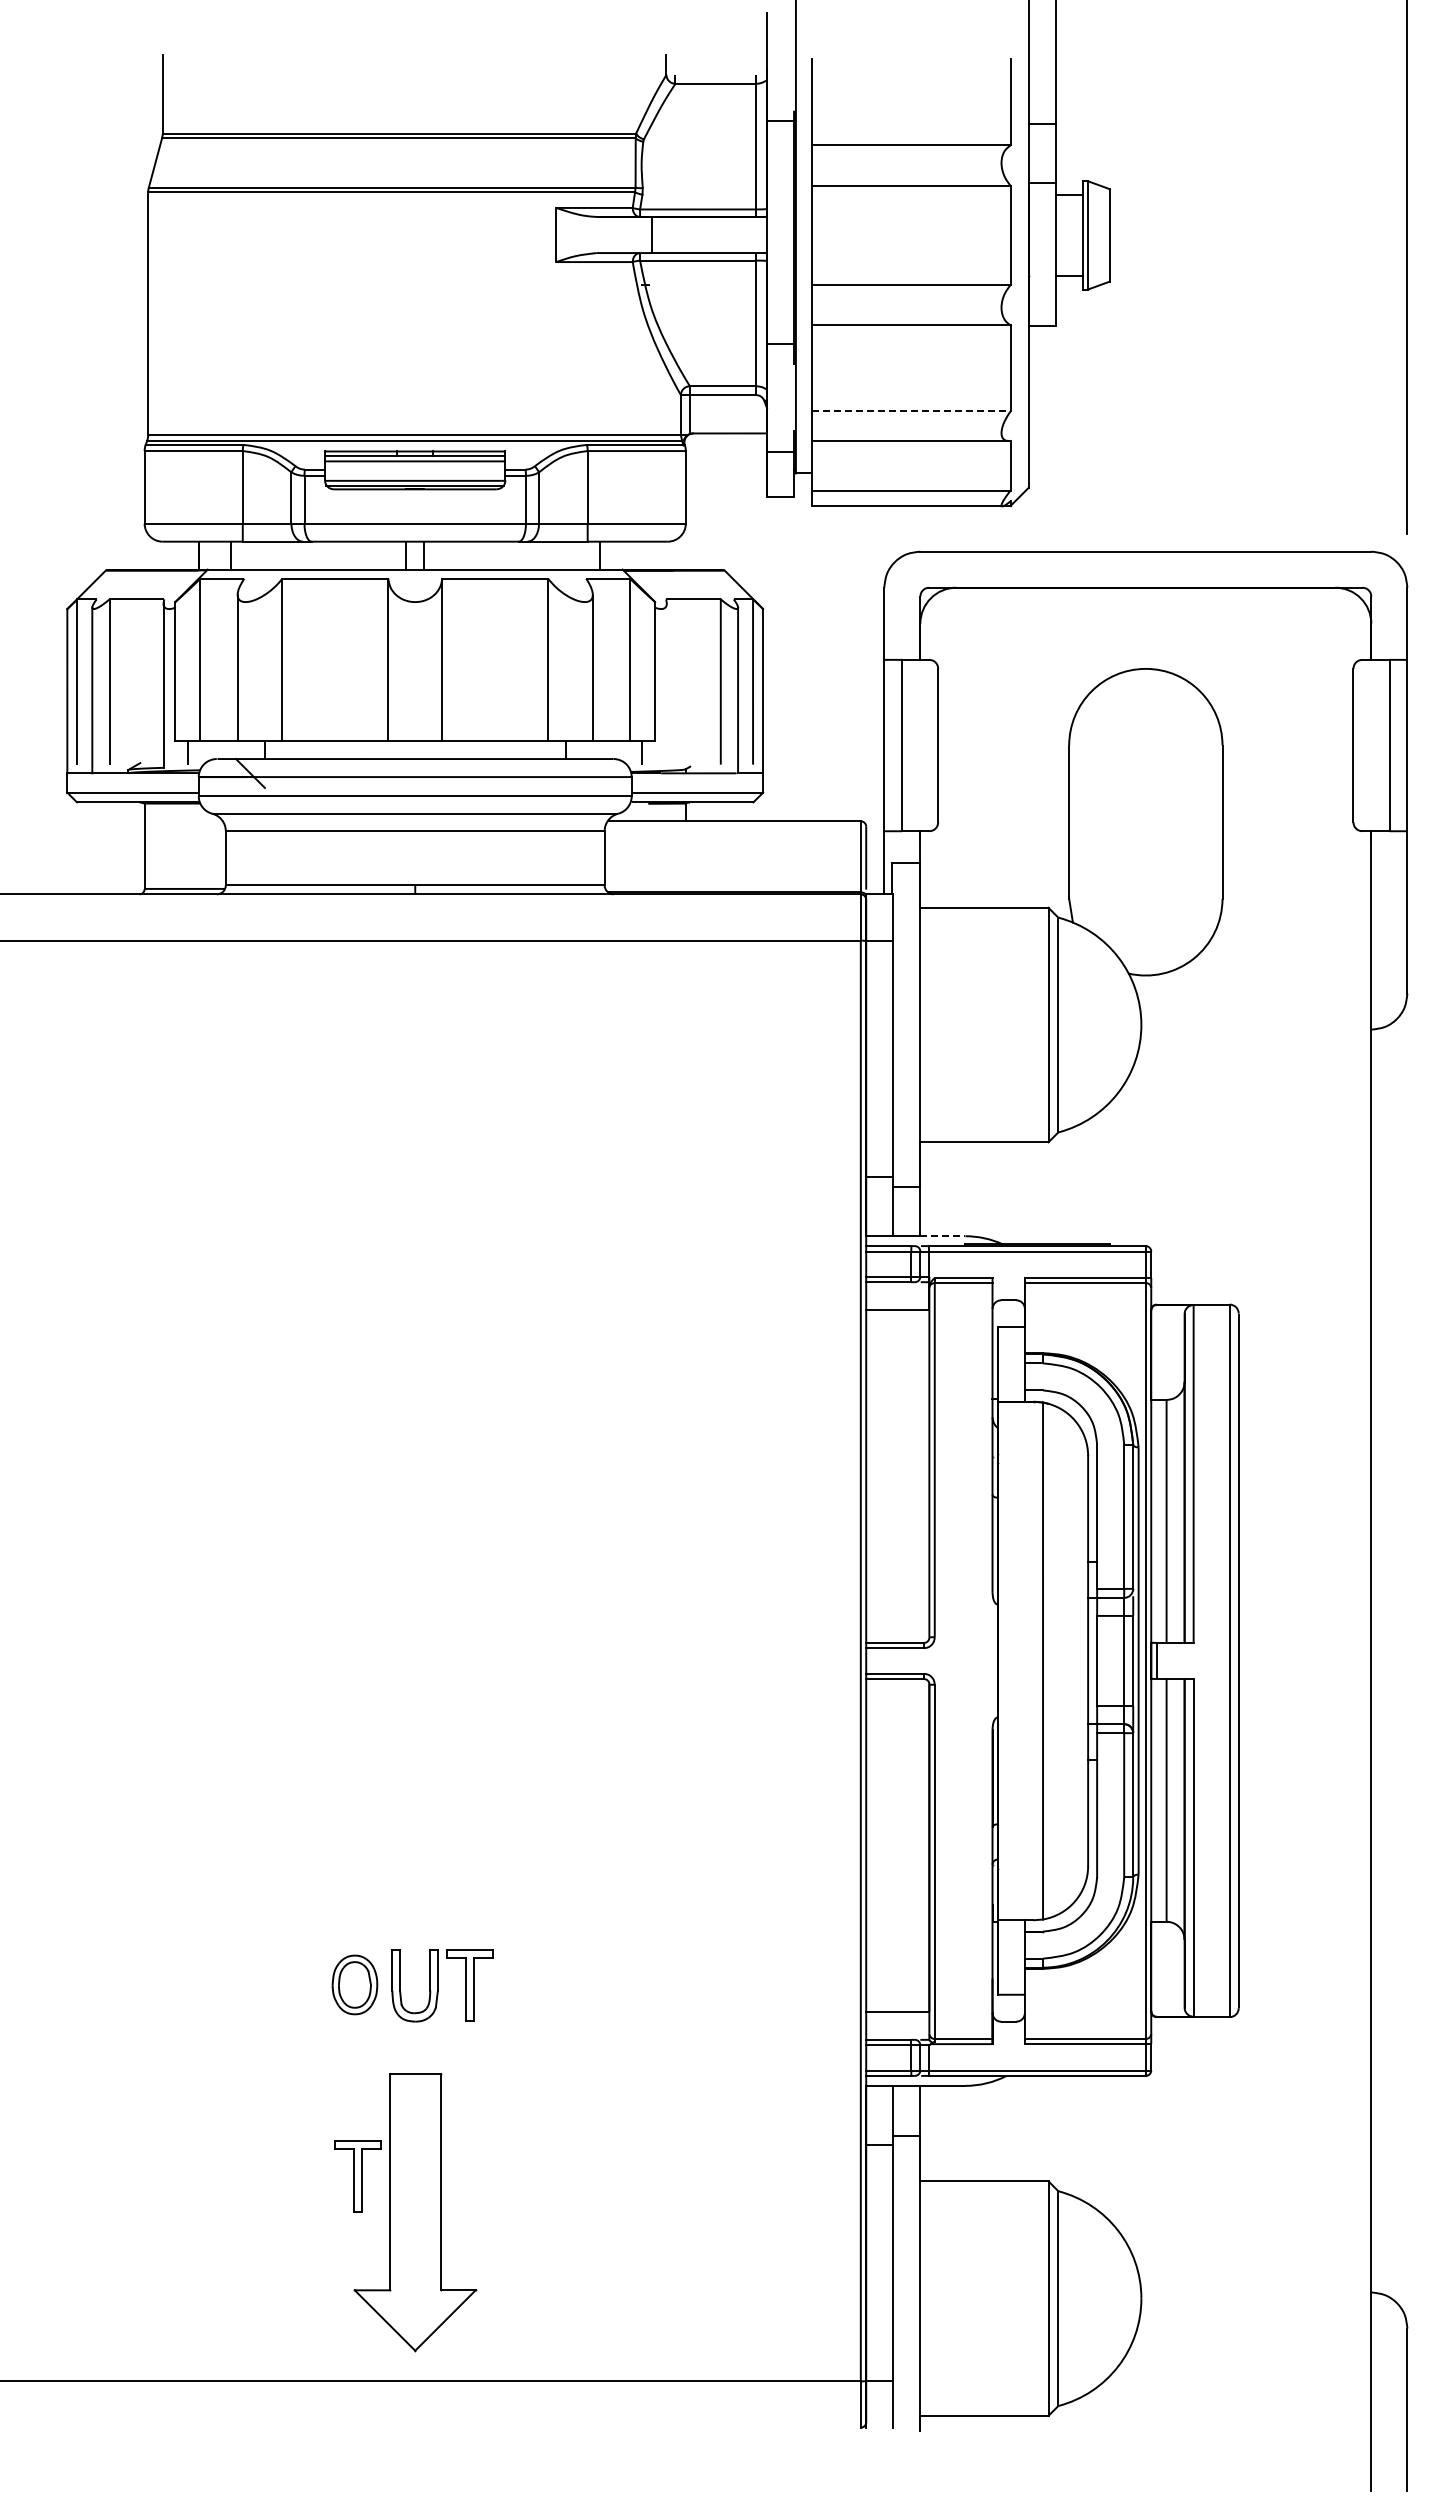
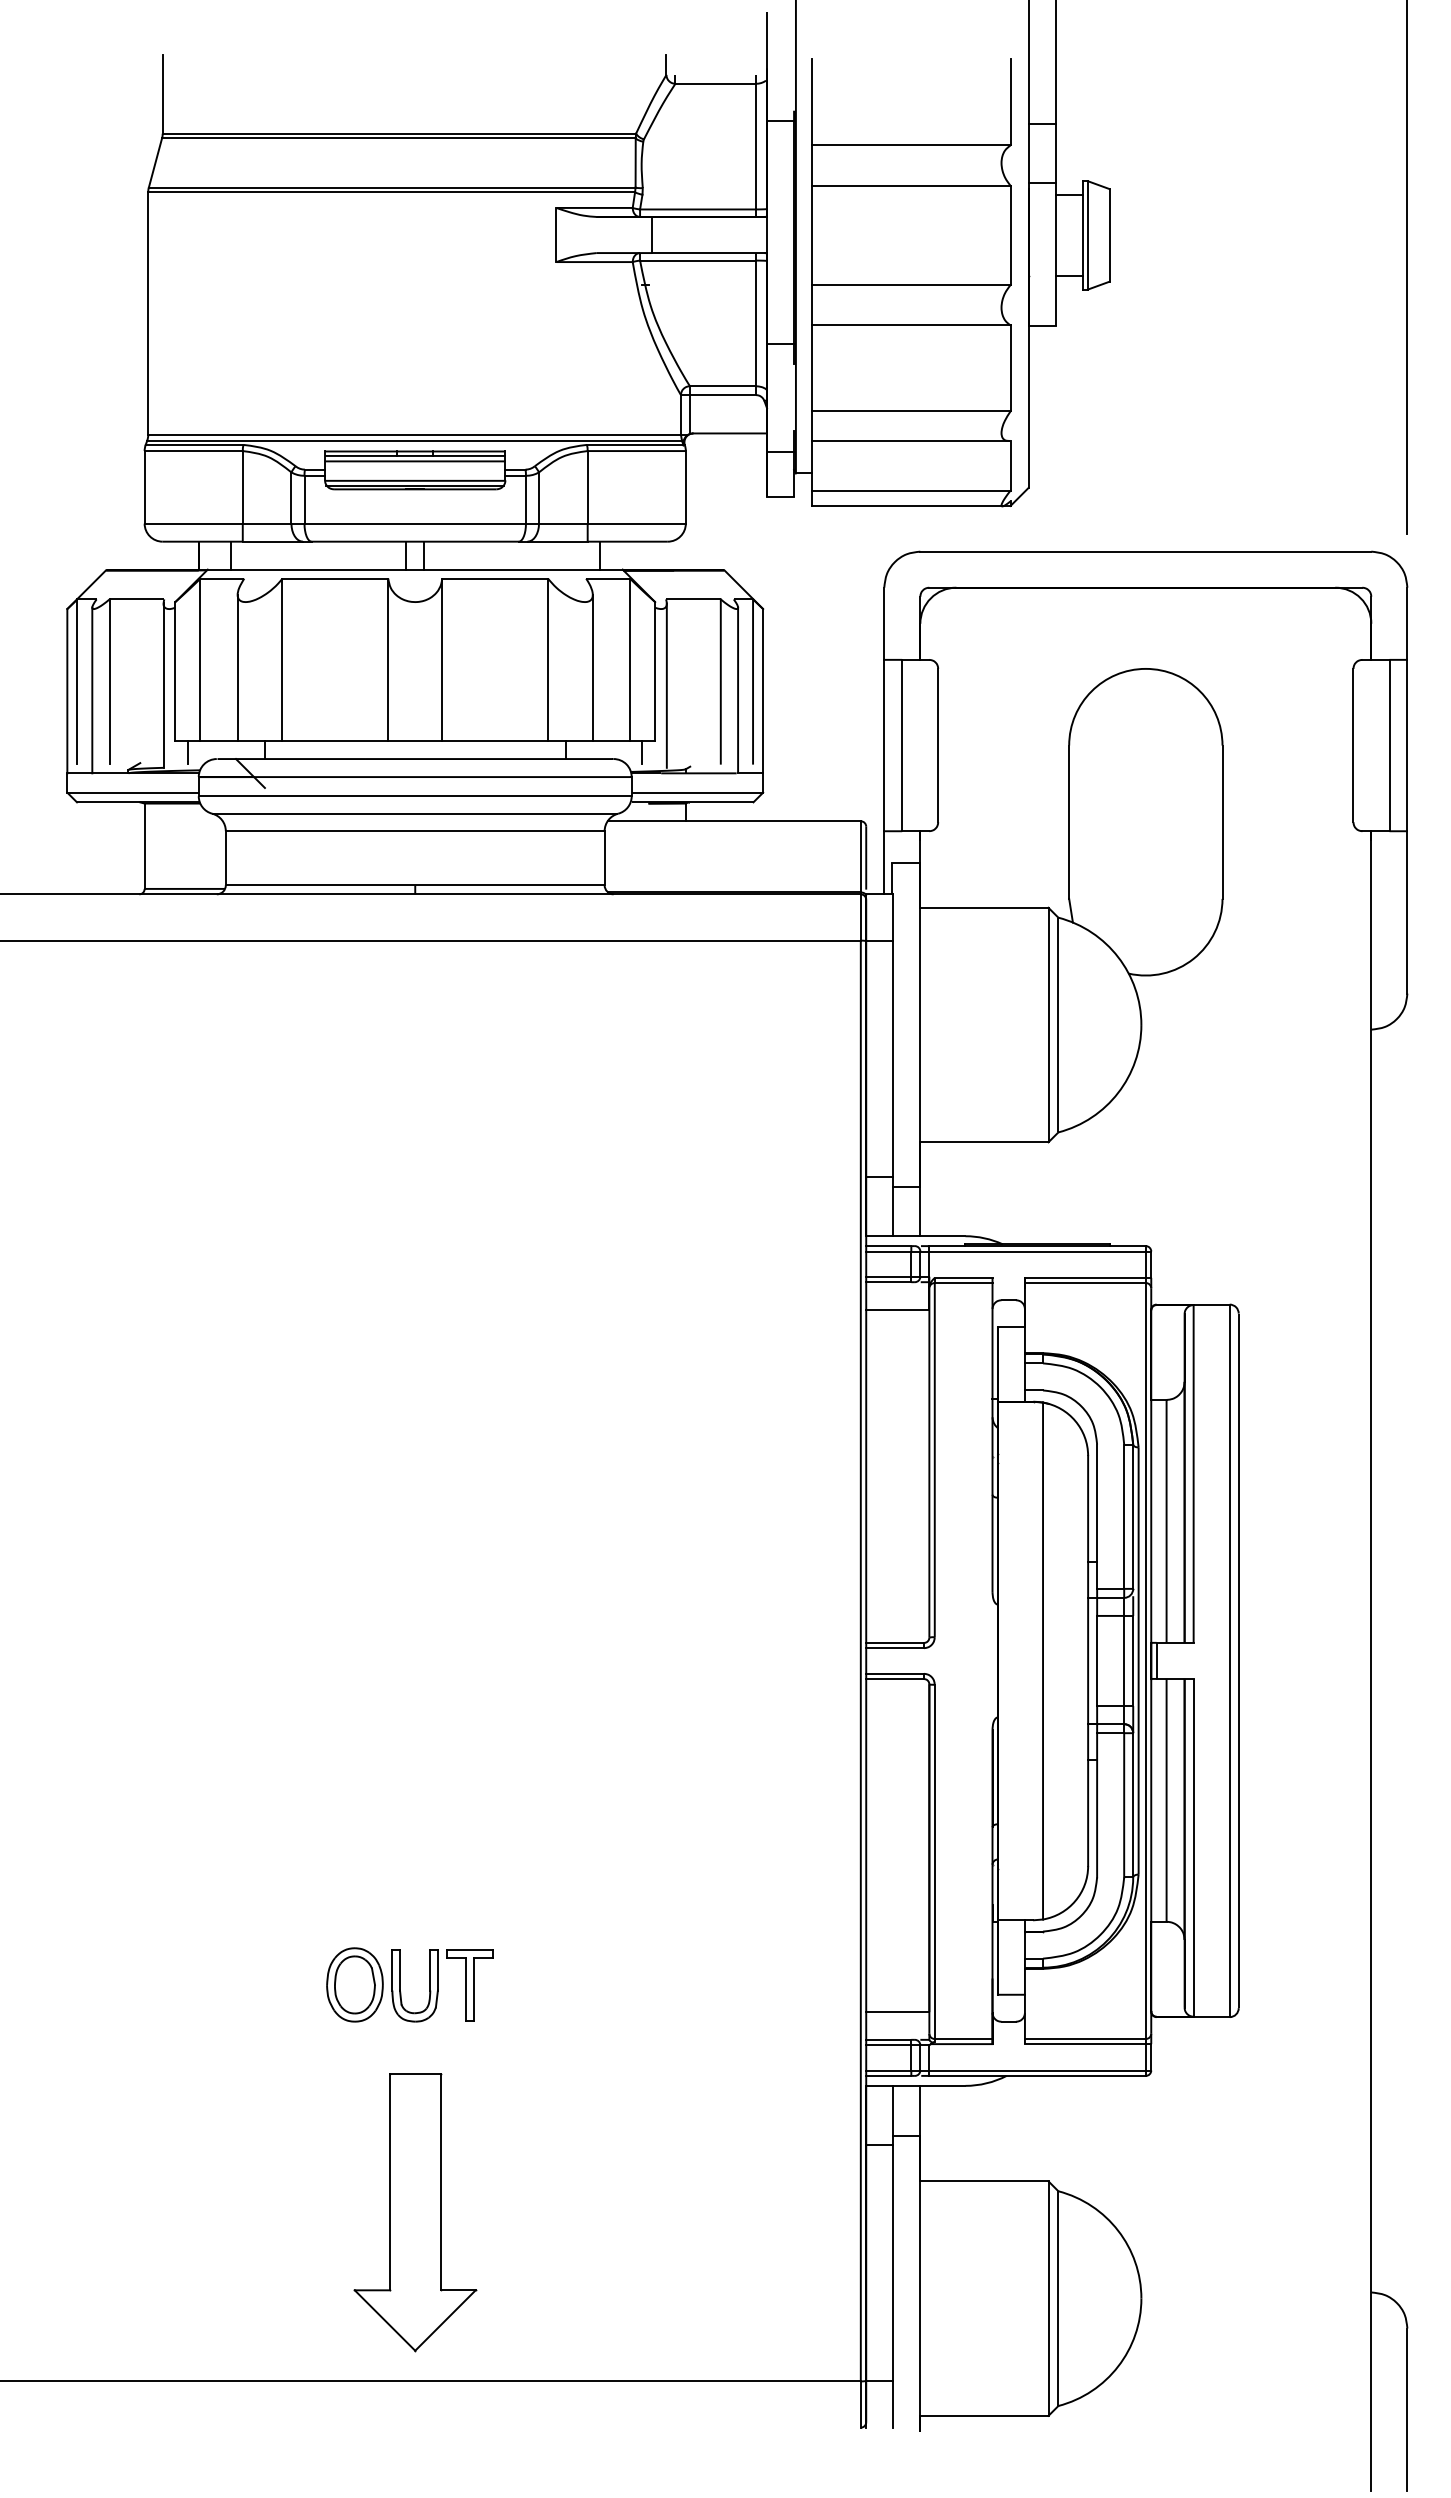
line at (911, 411): dashed -> solid
line at (666, 685): none -> present
line at (942, 1236): dashed -> solid
part at (354, 1984) size: 48x62 px -> 58x76 px
part at (357, 2176): present -> none
